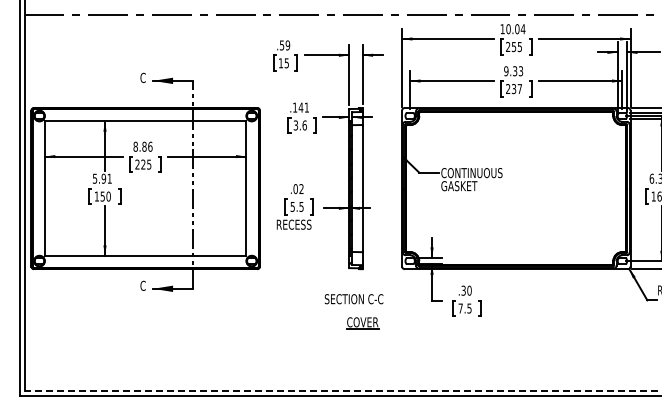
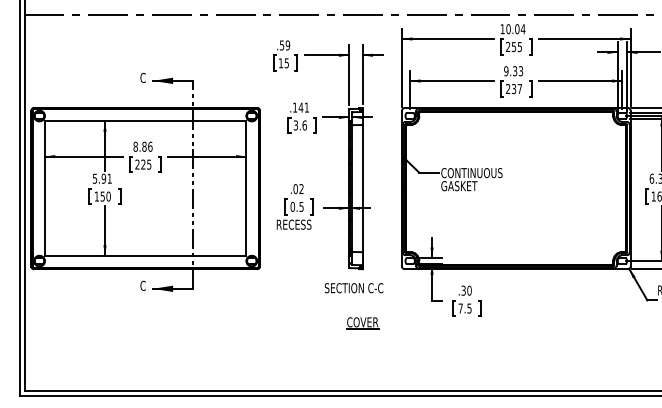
text at (292, 206): 5.5 -> 0.5
text at (353, 299) position: (353, 299) -> (353, 288)
line at (342, 390): dashed -> solid
